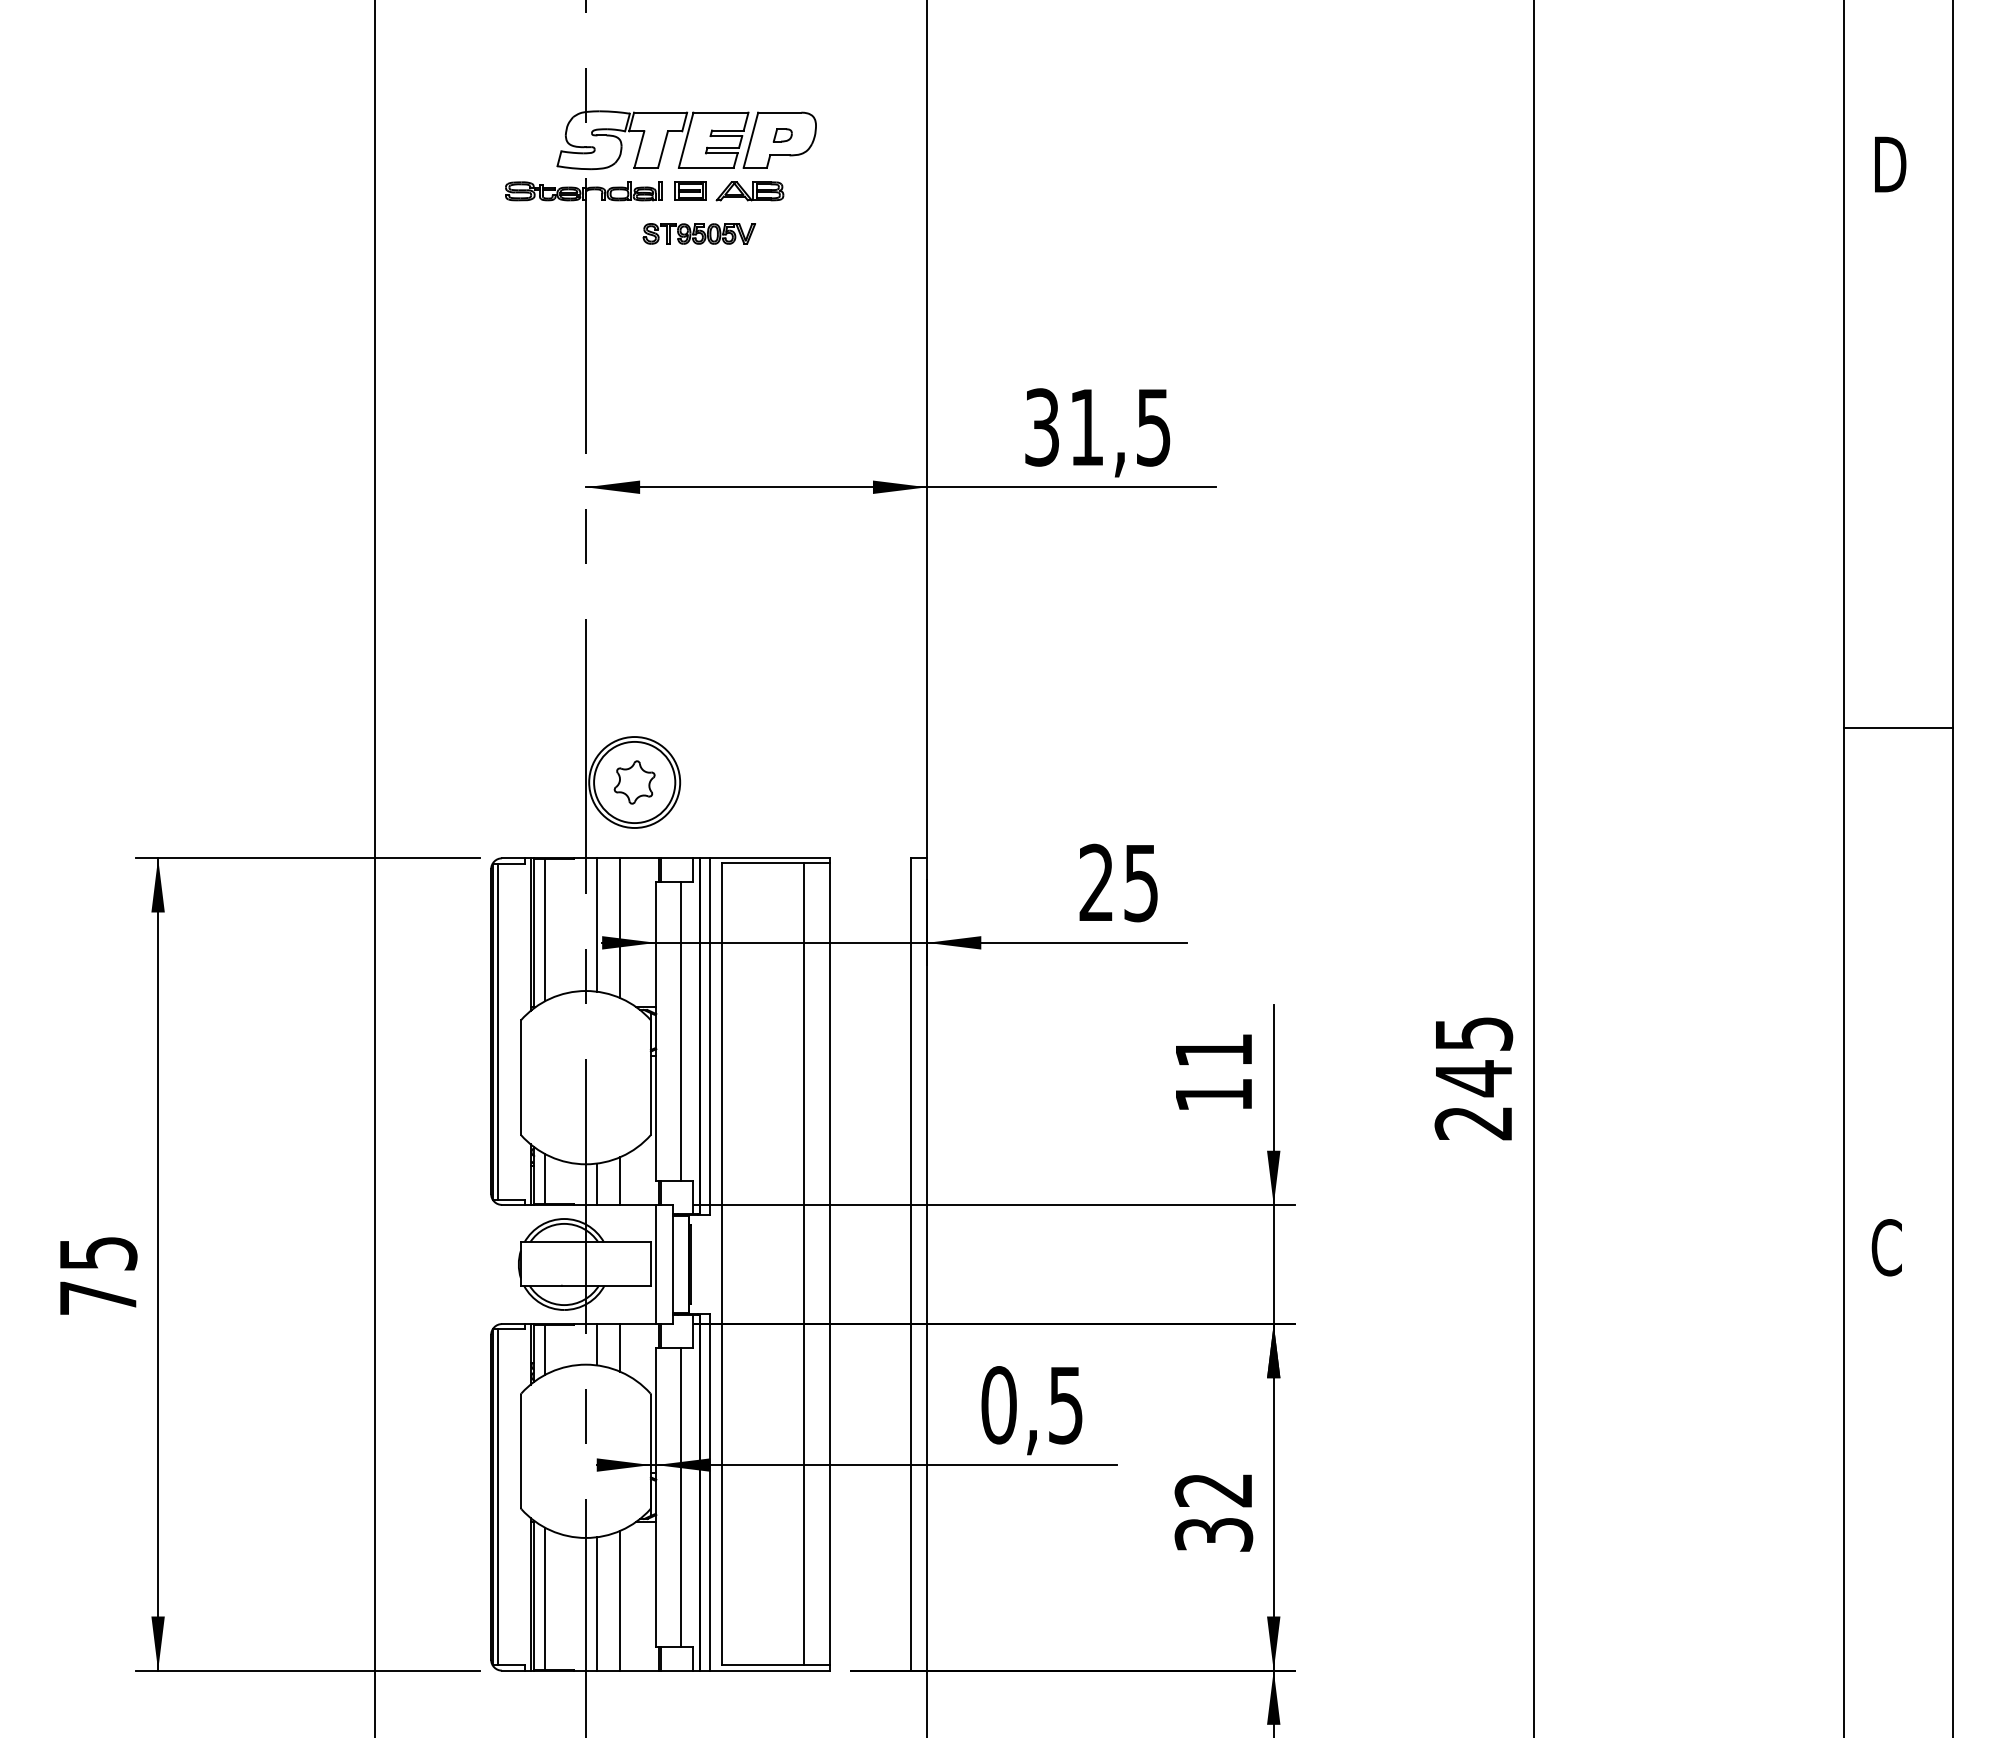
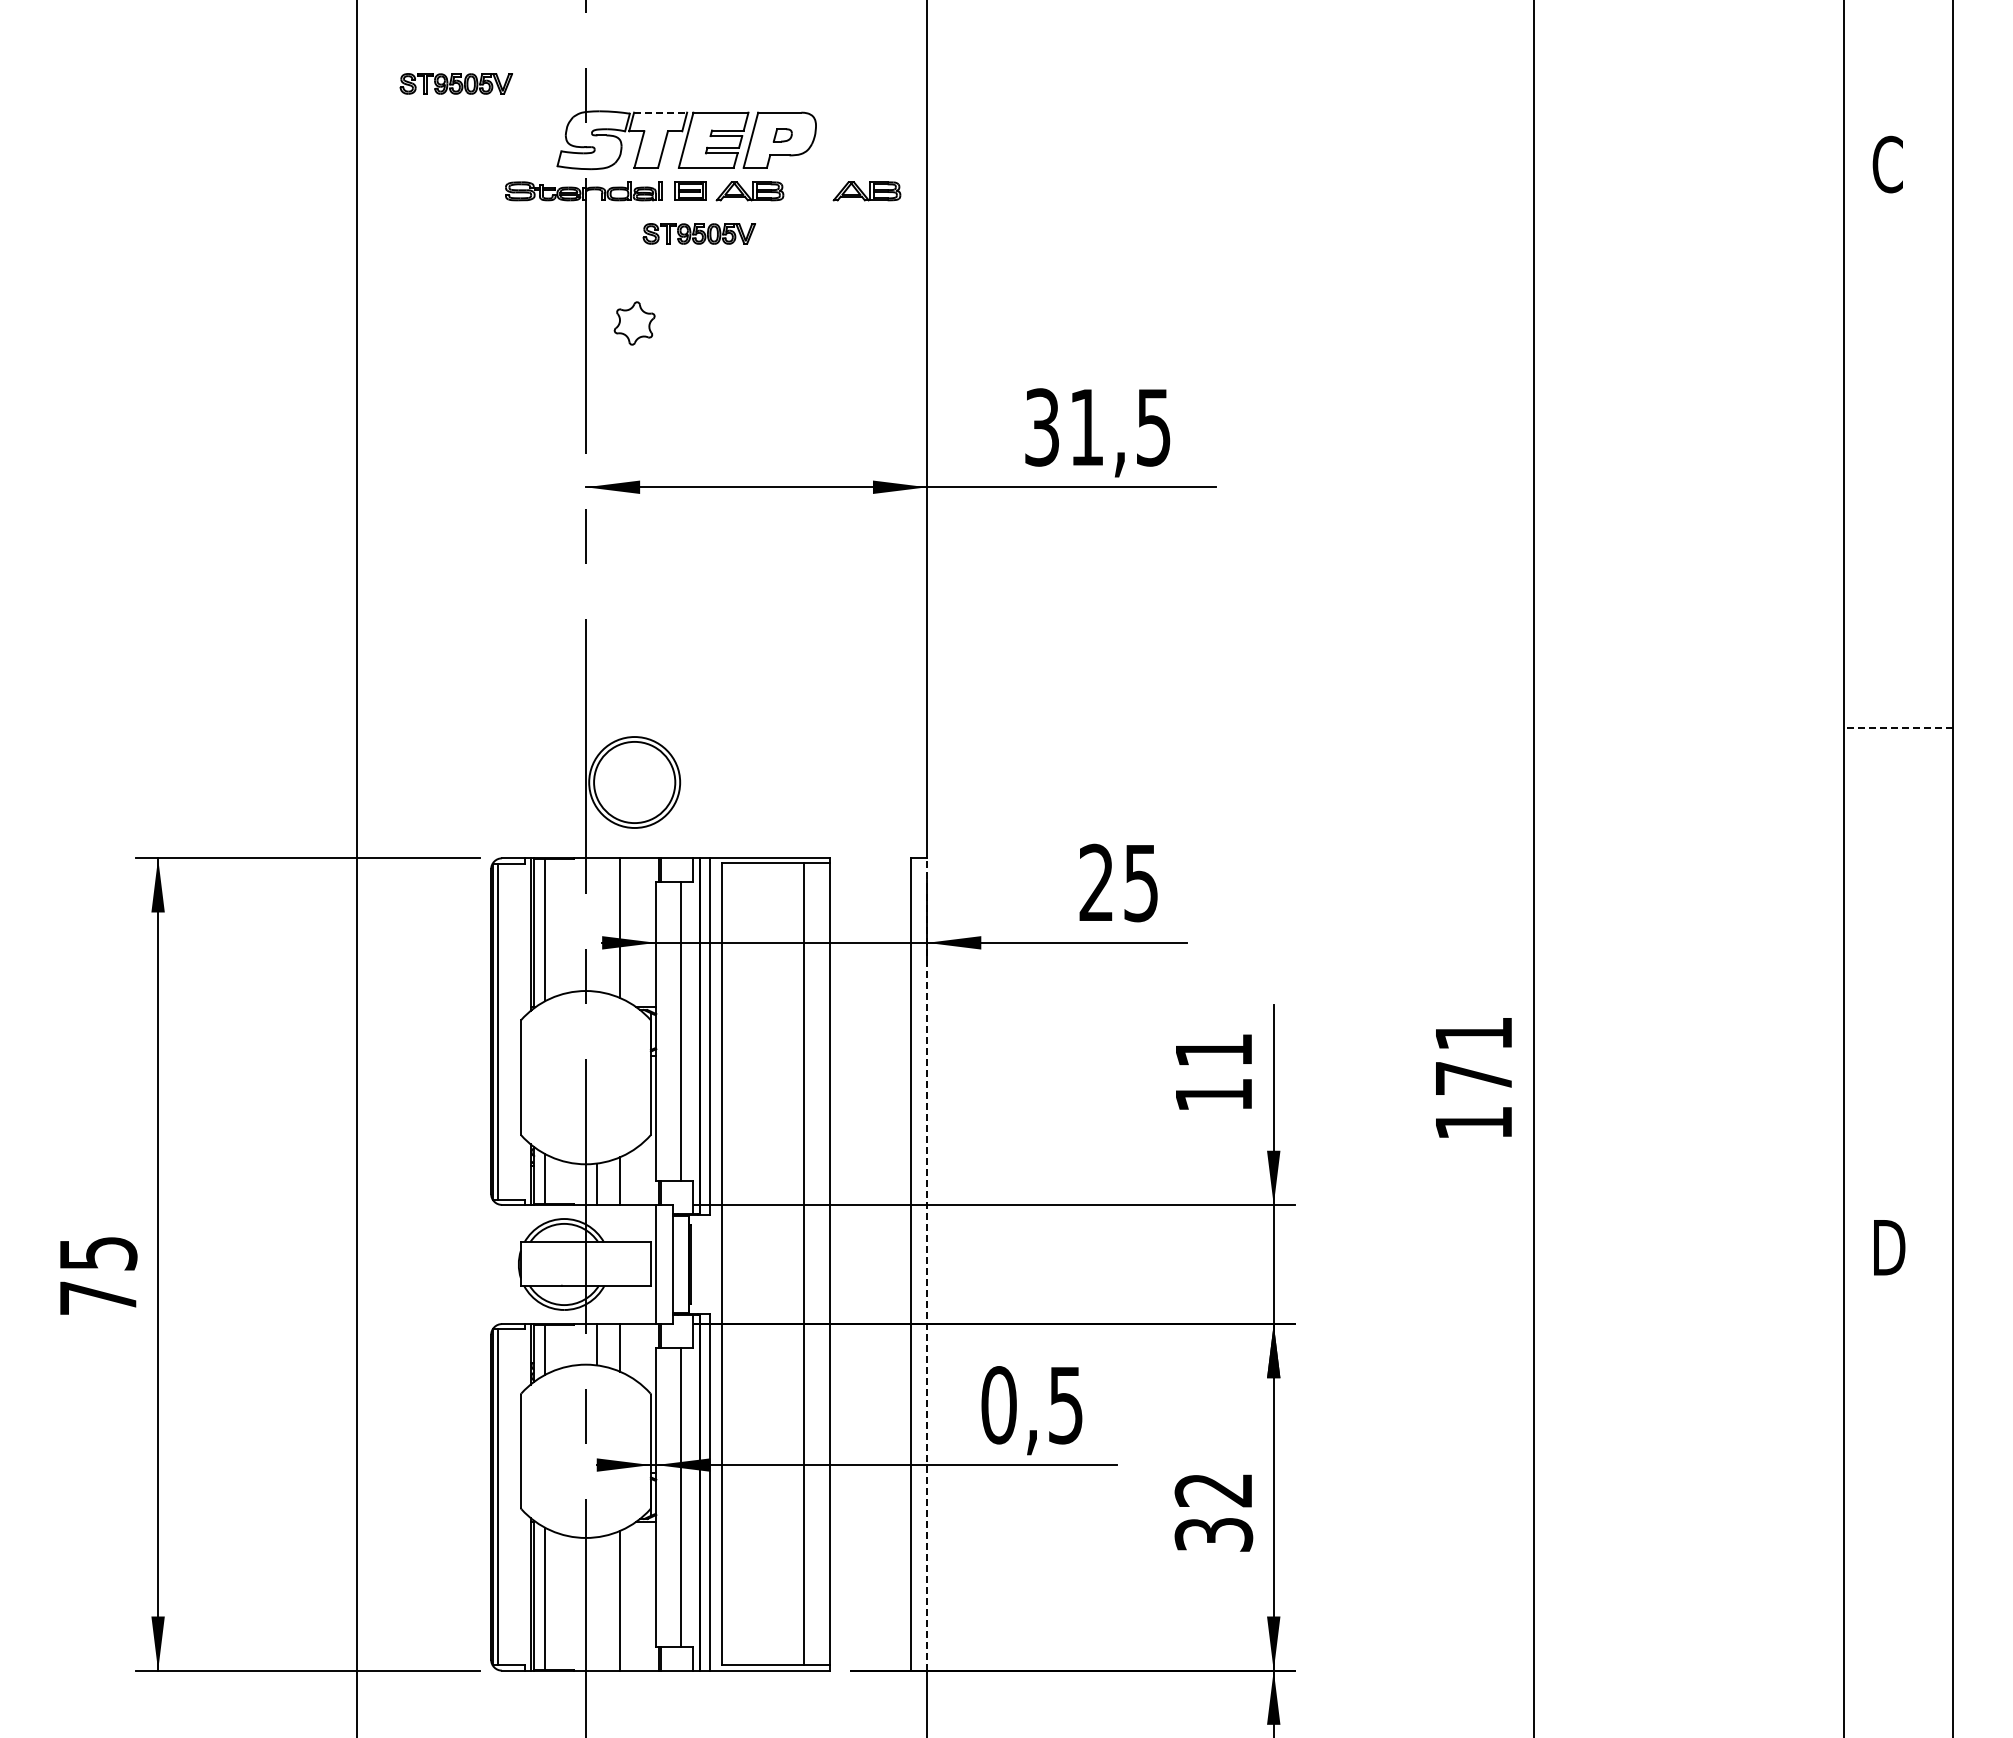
part at (455, 83): none -> present
line at (660, 112): solid -> dashed
text at (1889, 164): D -> C
part at (866, 191): none -> present
line at (1897, 728): solid -> dashed
part at (634, 782) position: (634, 782) -> (634, 323)
line at (374, 868) position: (374, 868) -> (356, 868)
line at (597, 924): present -> none
text at (1473, 1078): 245 -> 171
text at (1888, 1247): C -> D
line at (927, 1263): solid -> dashed
line at (597, 1603): present -> none
